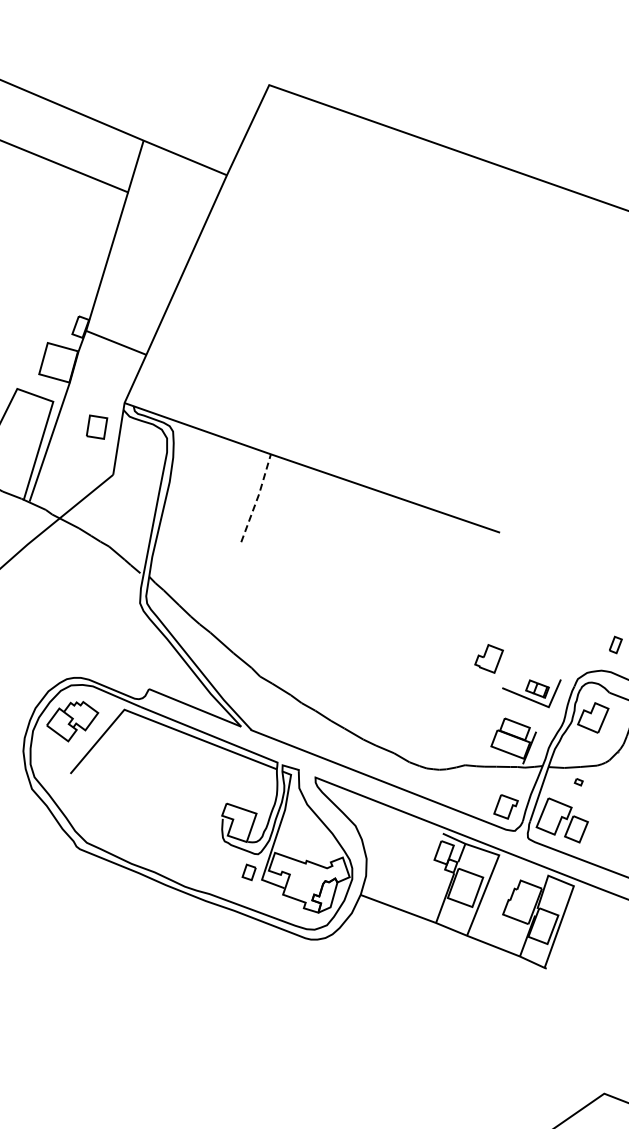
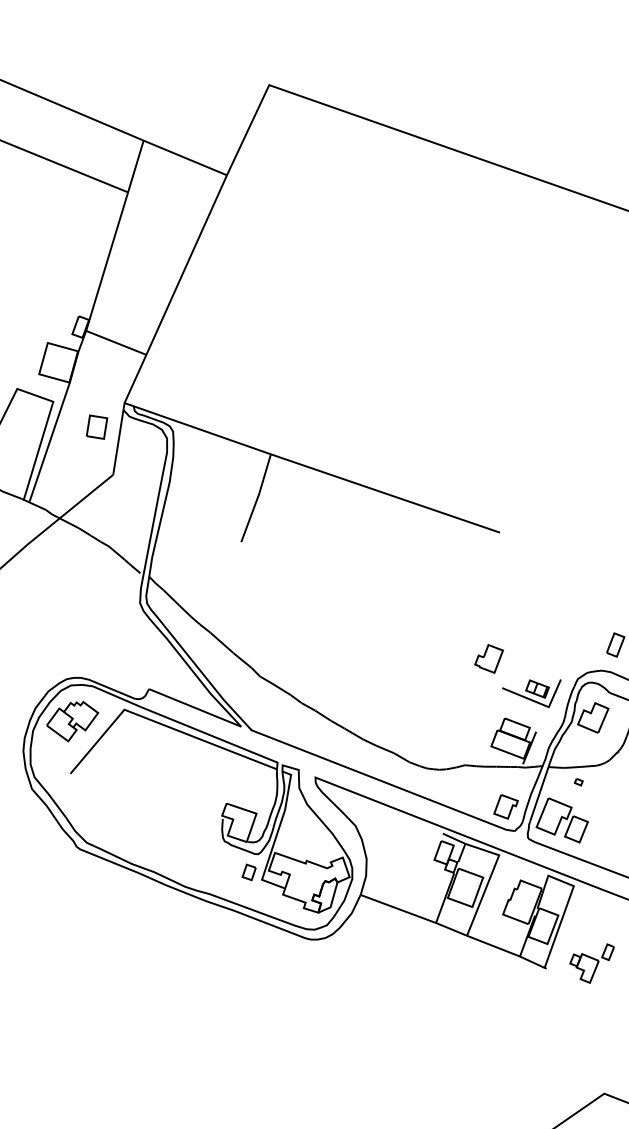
line at (257, 497): dashed -> solid
part at (615, 644) size: 14x20 px -> 20x26 px
part at (591, 963): none -> present
